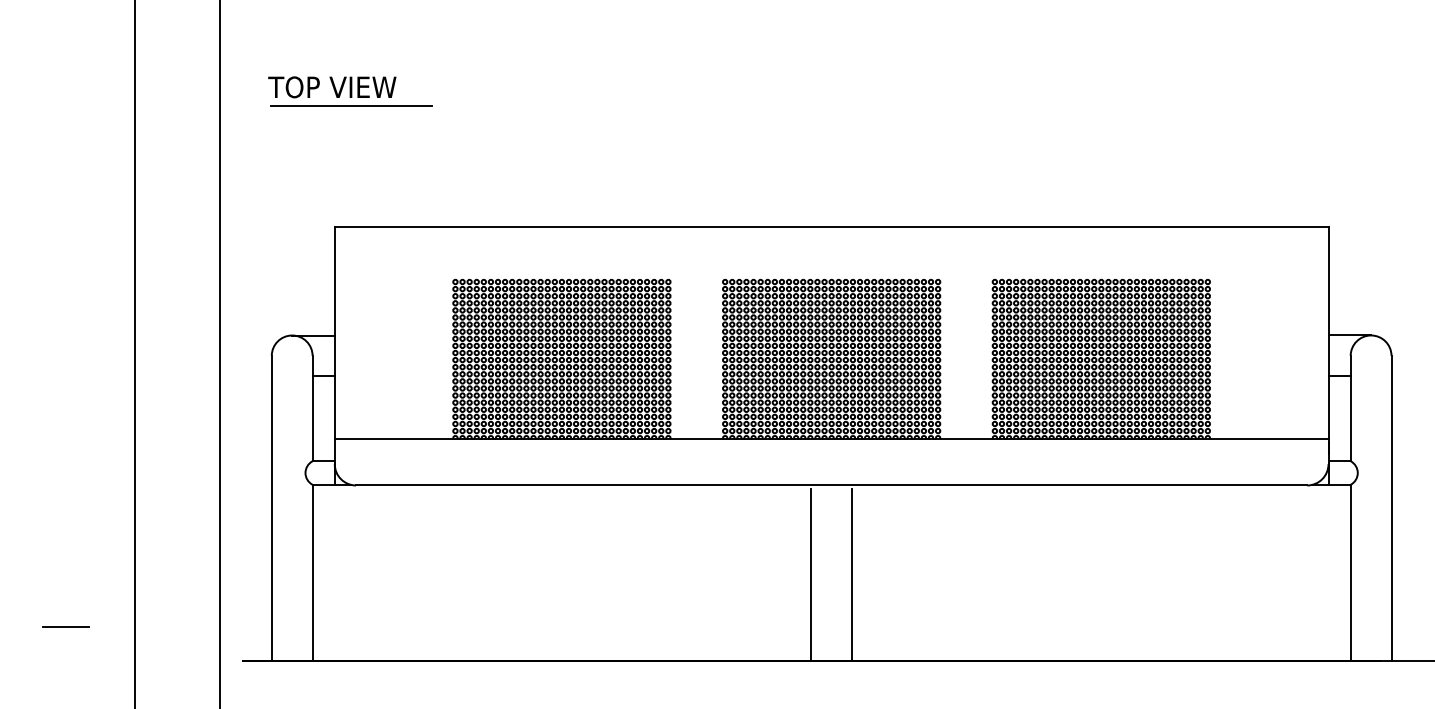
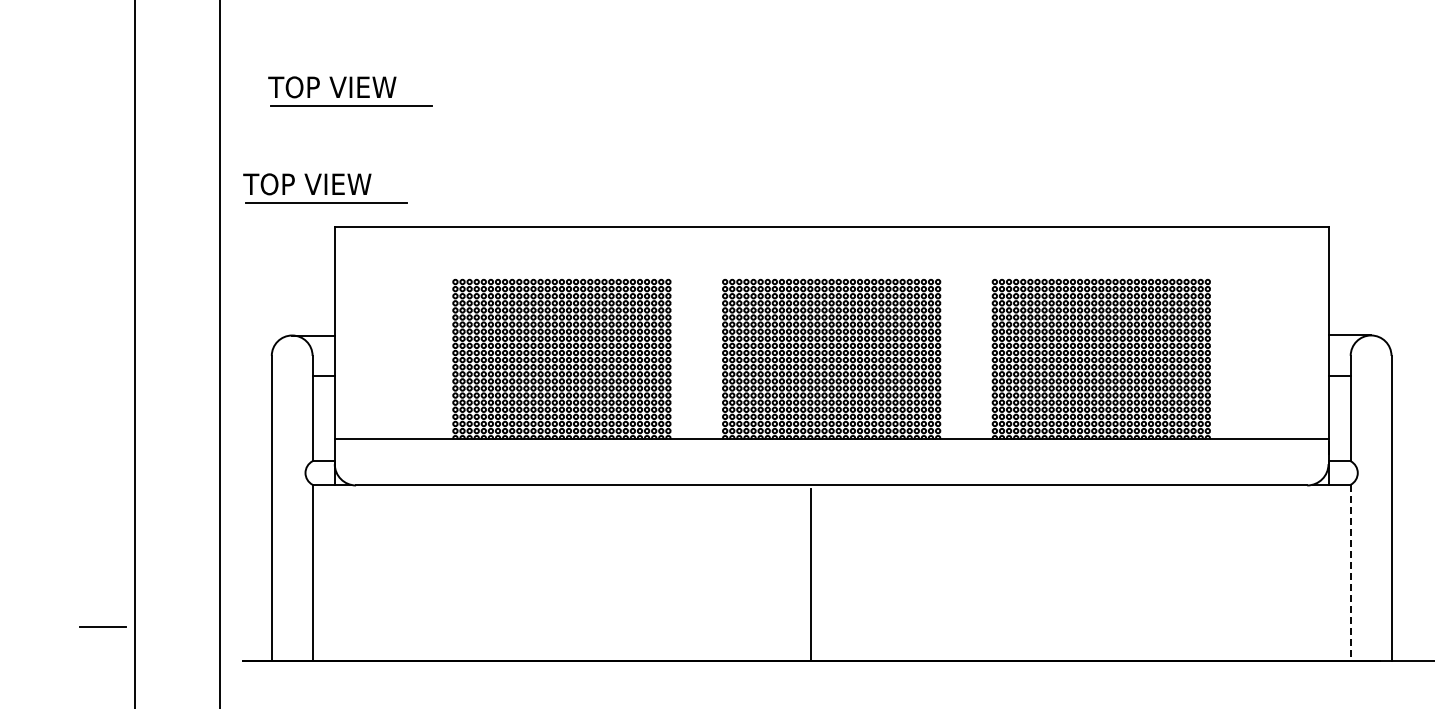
part at (325, 188): none -> present
line at (1350, 573): solid -> dashed
line at (852, 575): present -> none
line at (65, 626) position: (65, 626) -> (102, 626)
